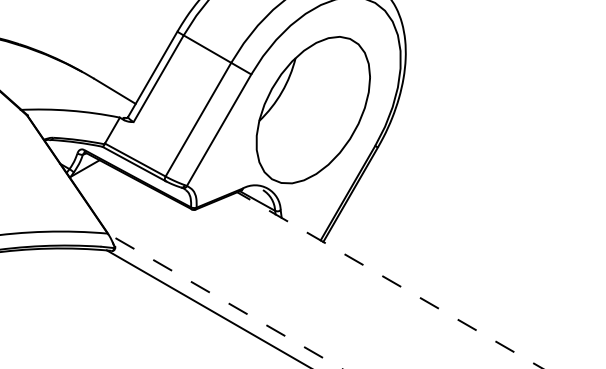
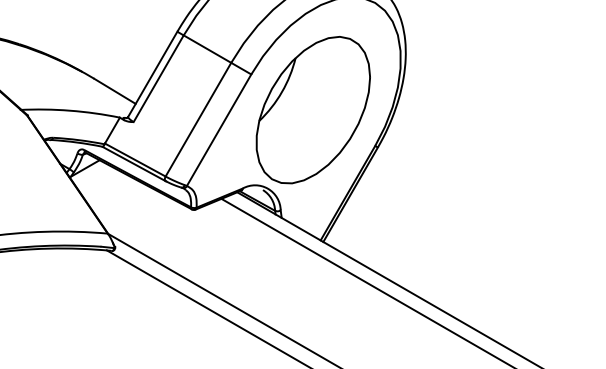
line at (389, 280): dashed -> solid
line at (365, 281): none -> present
line at (224, 301): dashed -> solid
